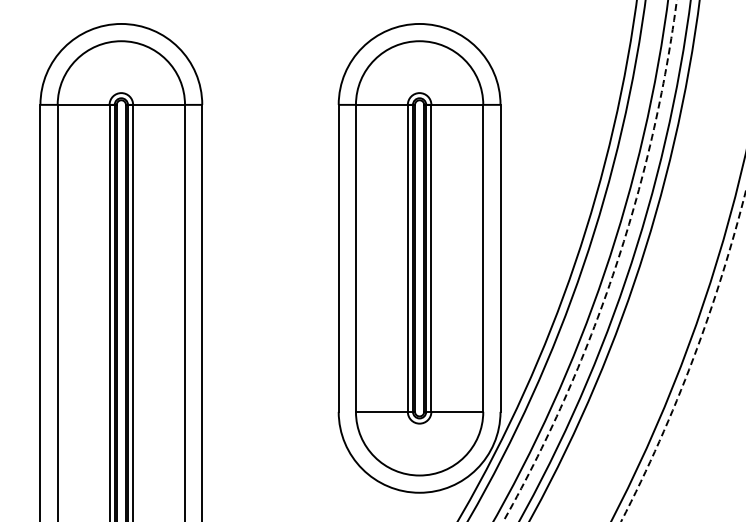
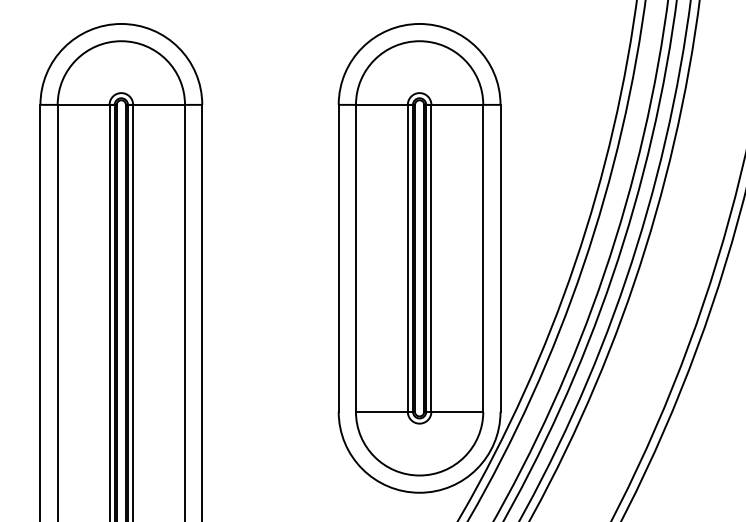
circle at (589, 260): dashed -> solid
arc at (692, 360): dashed -> solid
